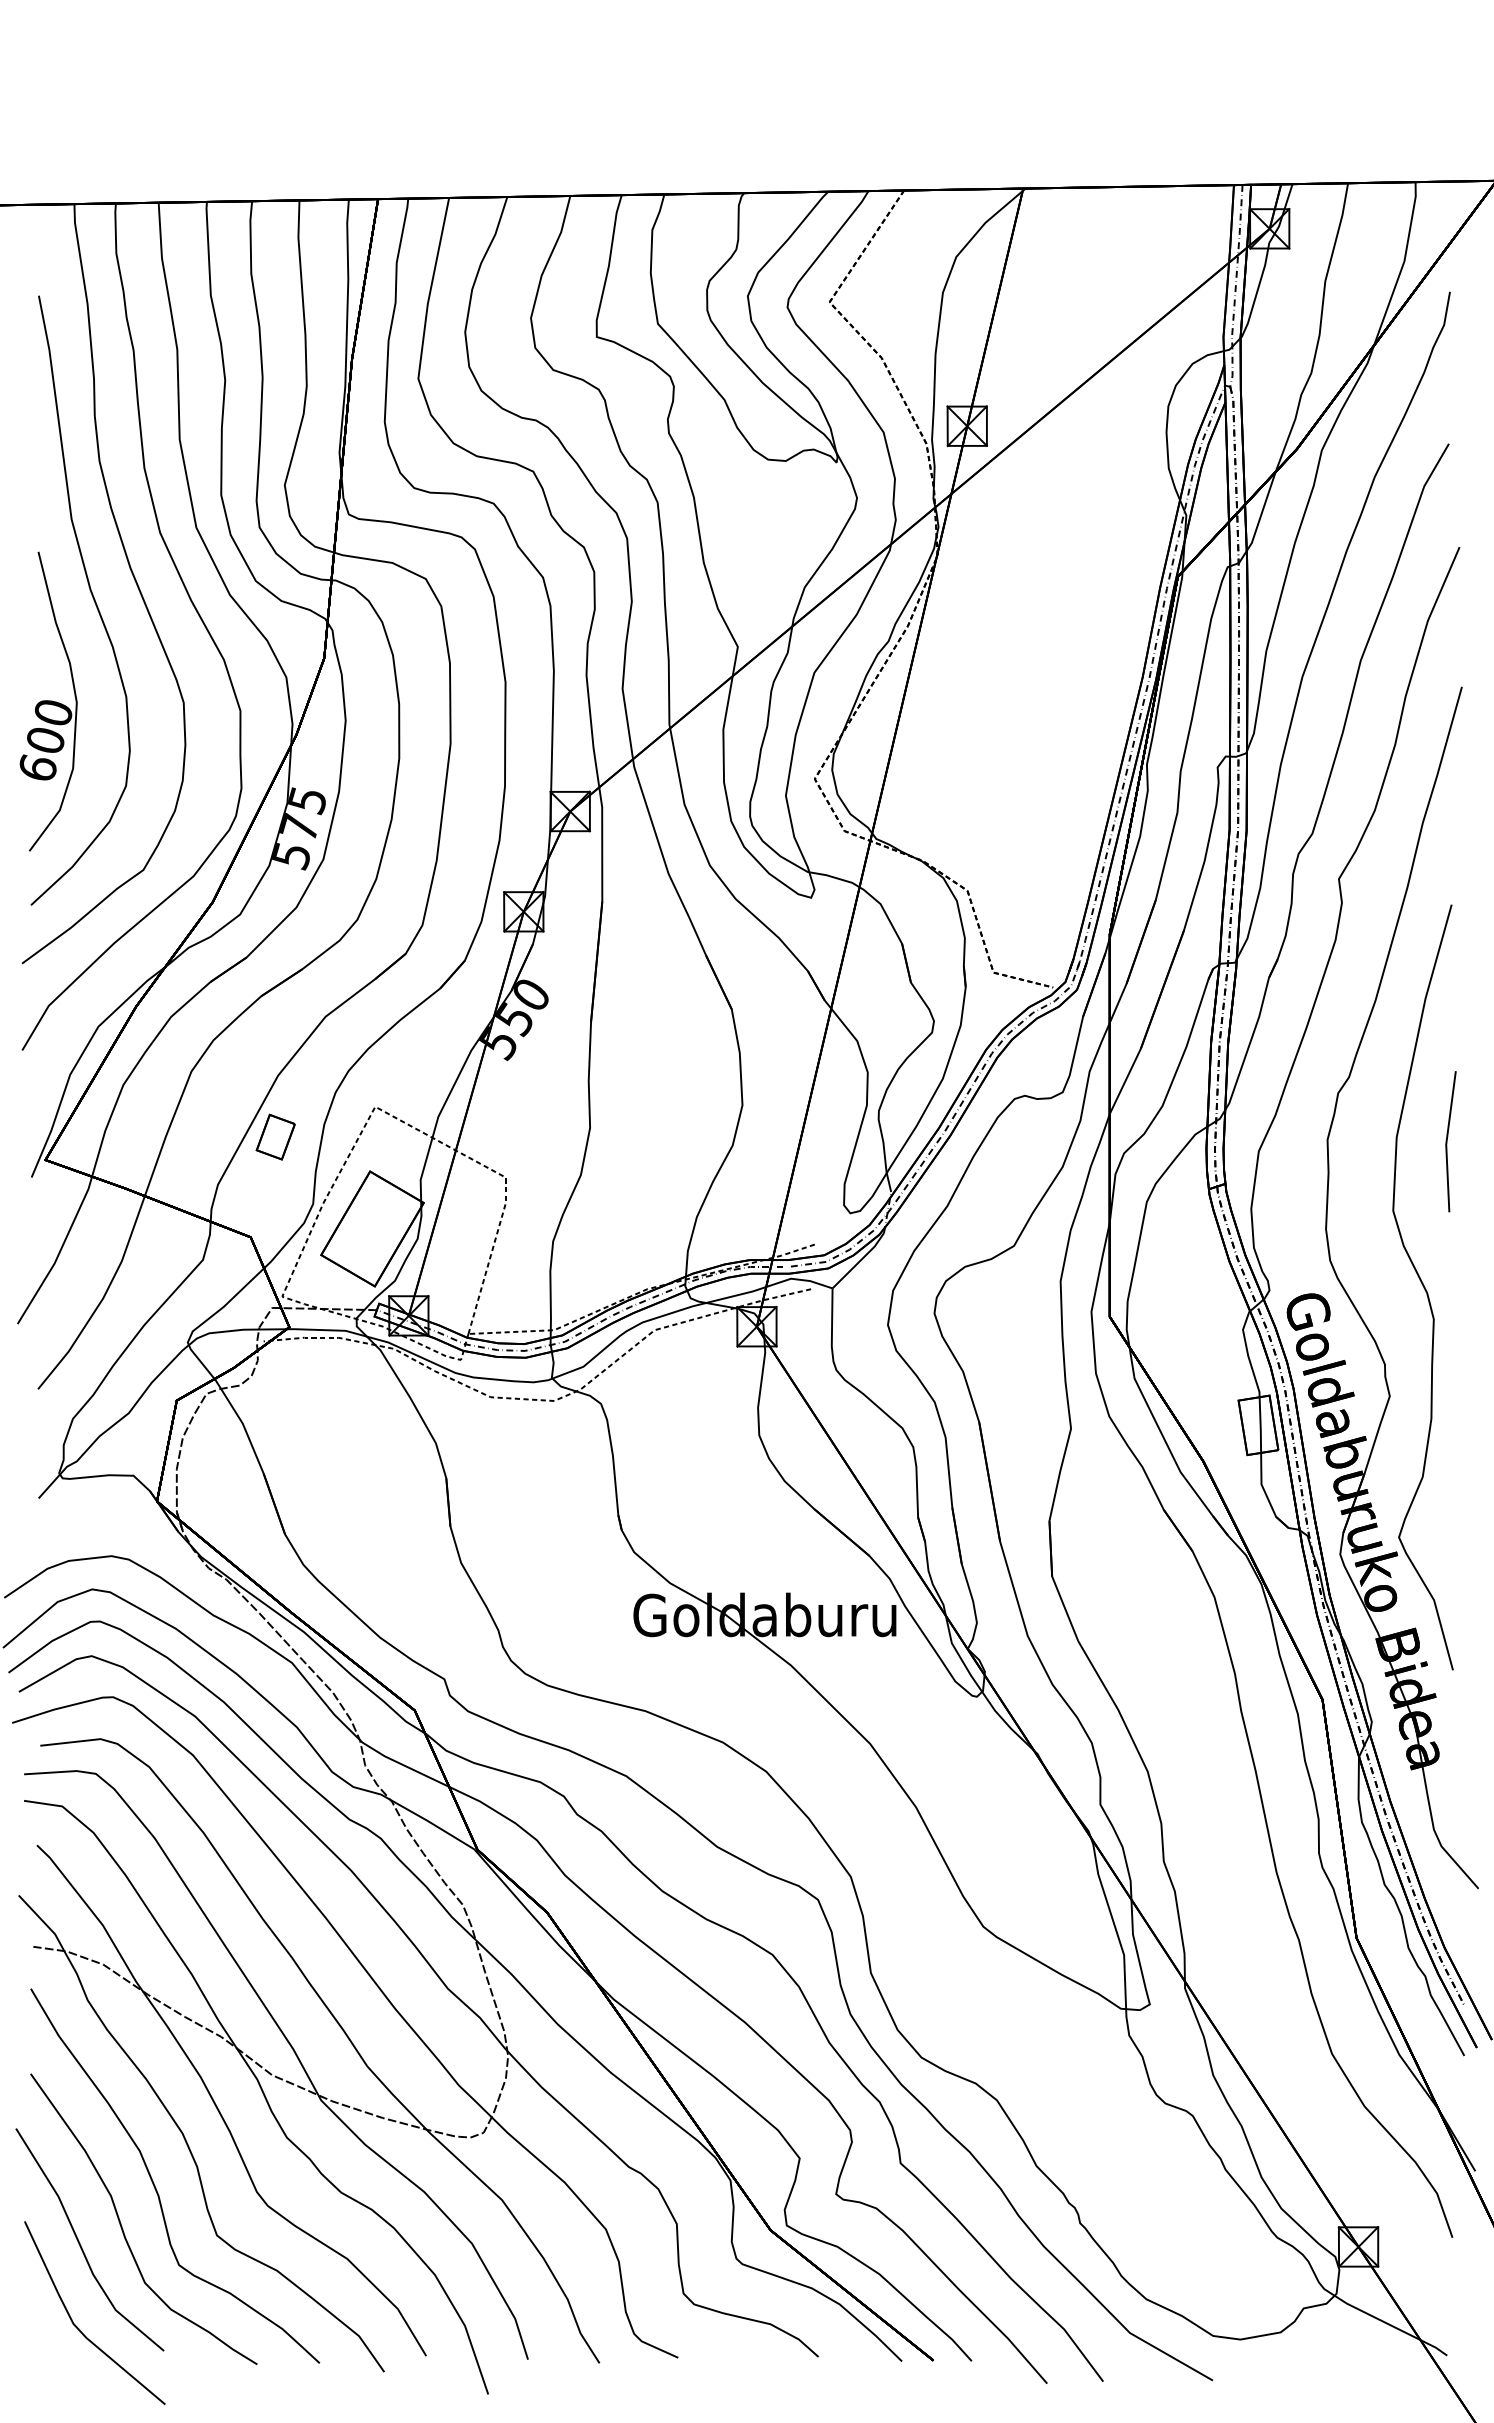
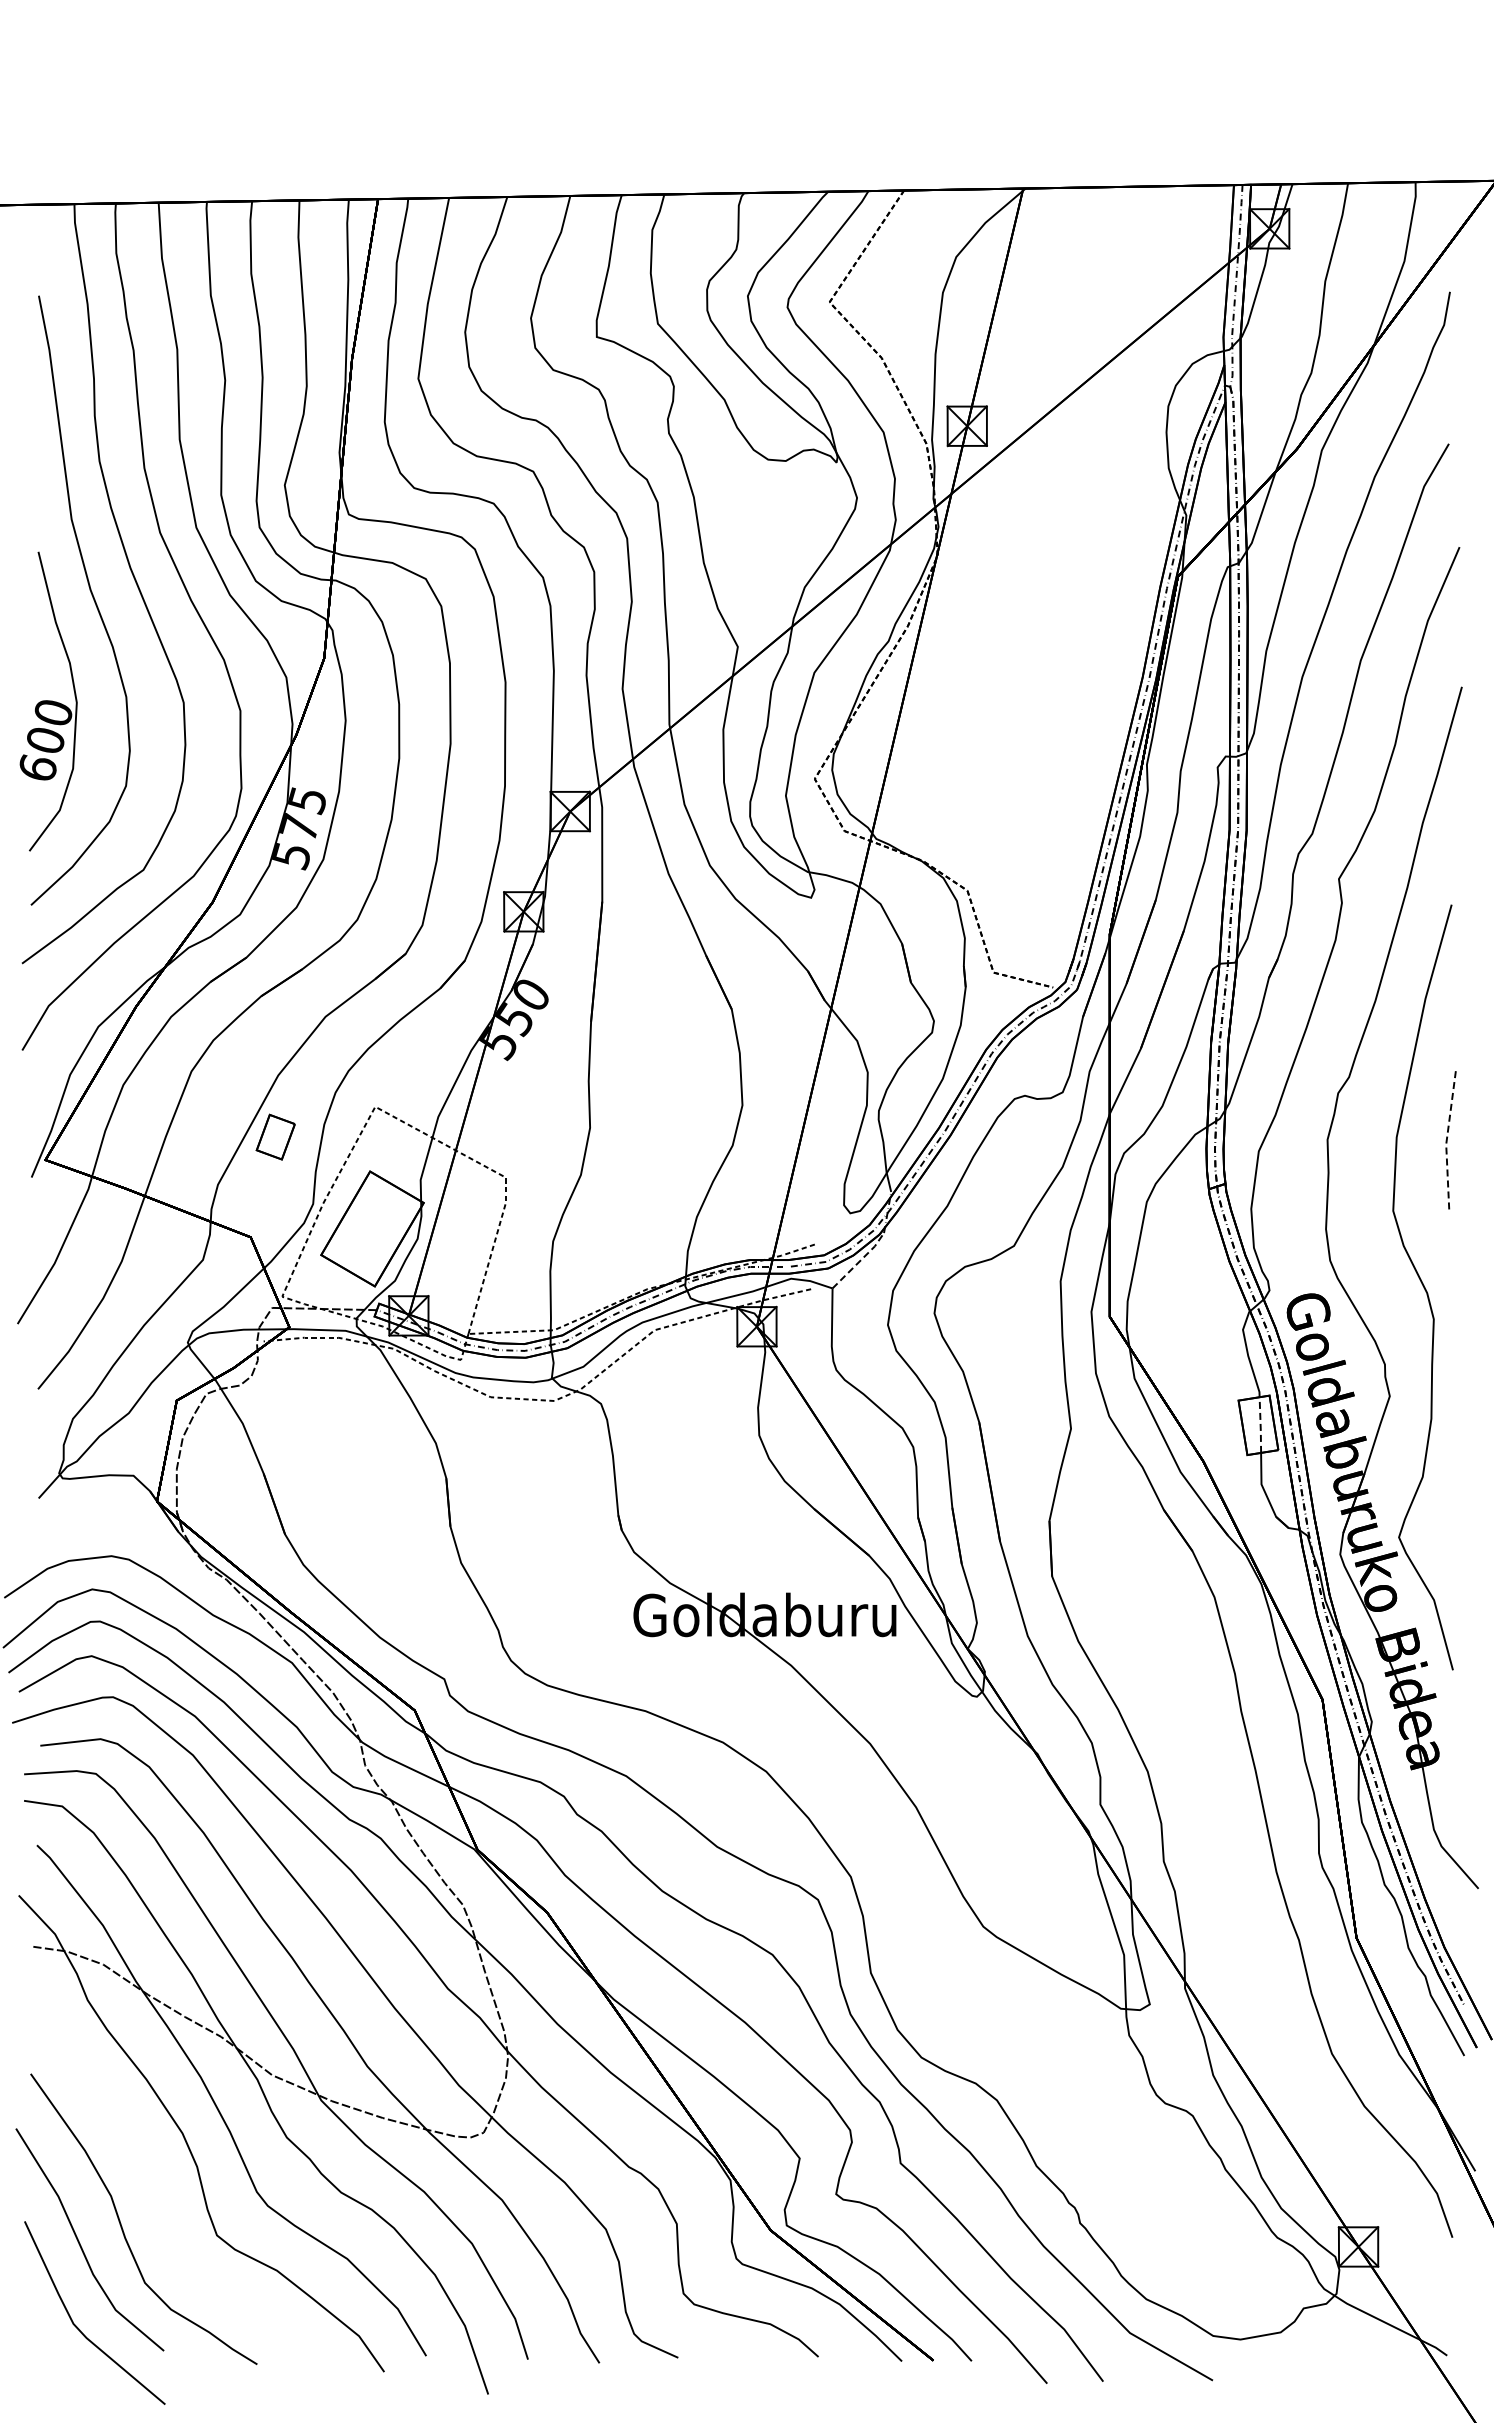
line at (1446, 1141): solid -> dashed
line at (860, 1261): solid -> dashed
line at (1260, 1425): solid -> dashed
curve at (155, 2185): present -> none
